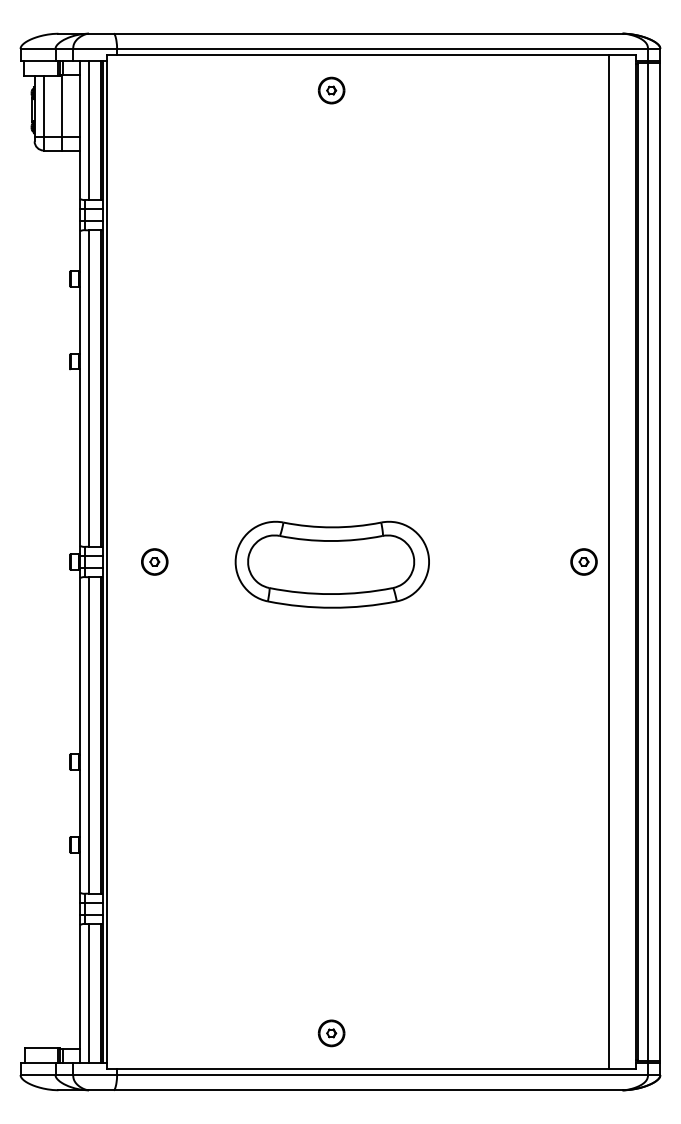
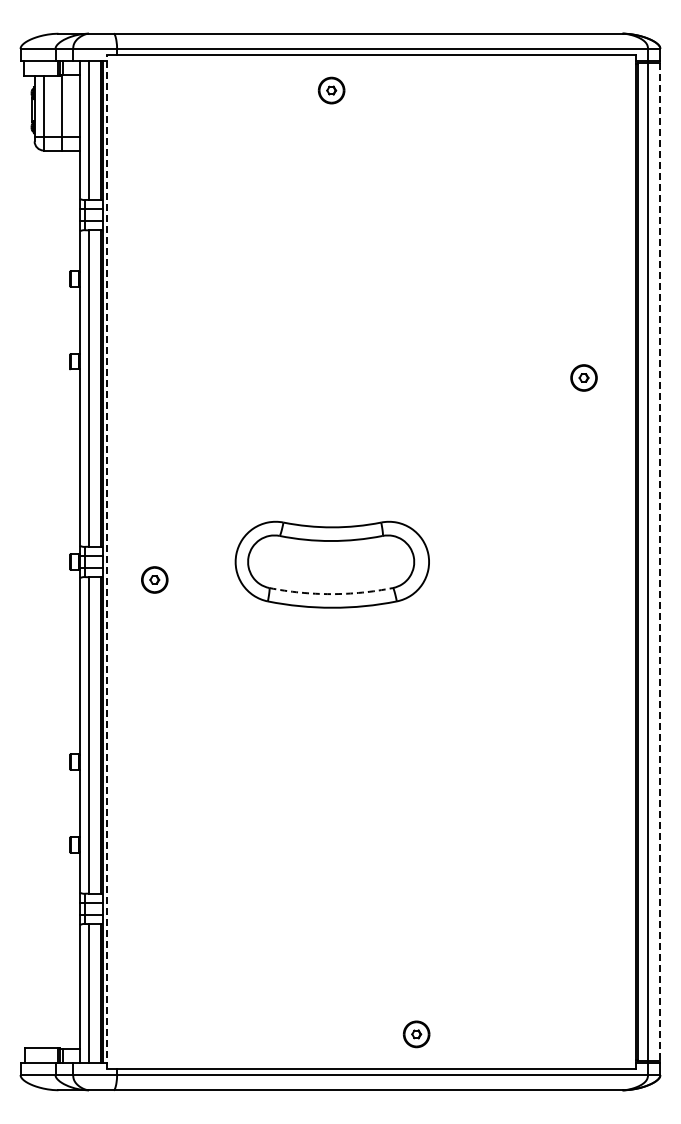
line at (107, 561): solid -> dashed
part at (154, 561) position: (154, 561) -> (154, 579)
part at (583, 561) position: (583, 561) -> (583, 377)
line at (608, 561): present -> none
line at (660, 562): solid -> dashed
arc at (331, 594): solid -> dashed
part at (331, 1033) position: (331, 1033) -> (416, 1034)
